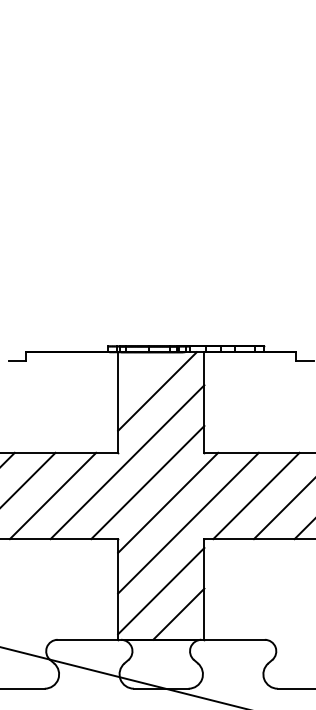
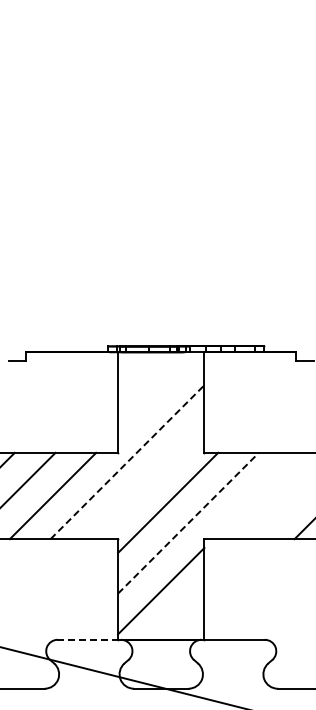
line at (157, 391): present -> none
line at (127, 462): solid -> dashed
line at (147, 482): present -> none
line at (256, 495): present -> none
line at (282, 509): present -> none
line at (188, 523): solid -> dashed
line at (178, 613): present -> none
line at (87, 639): solid -> dashed
